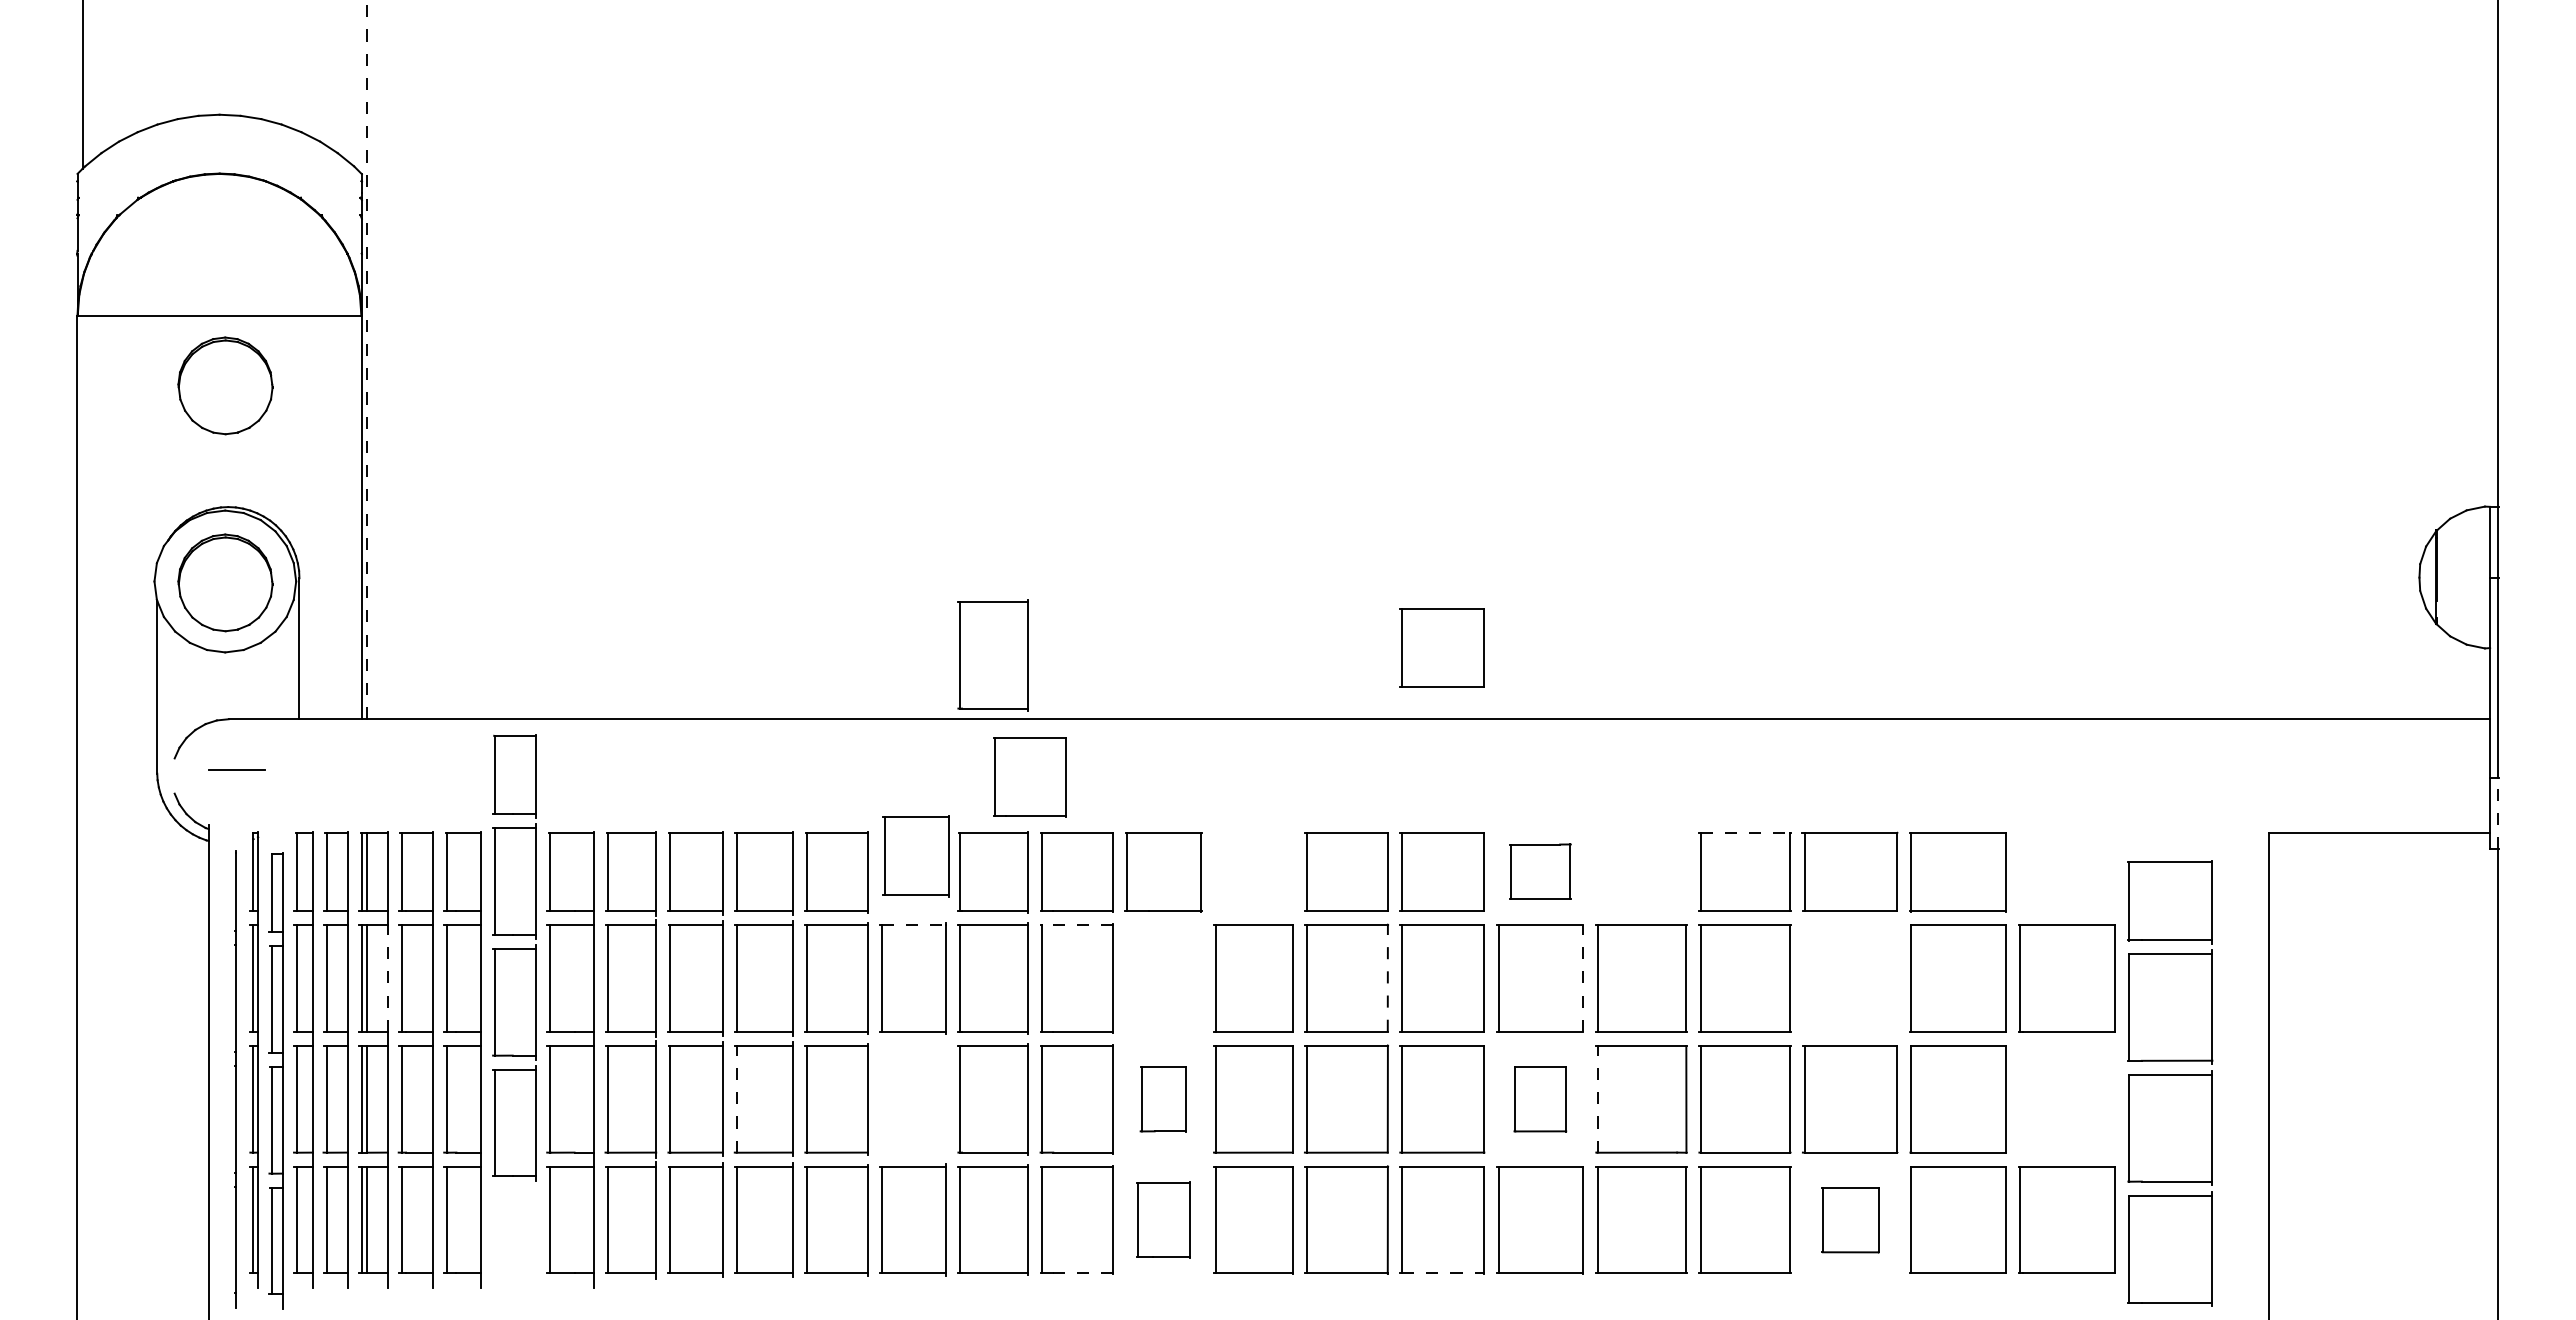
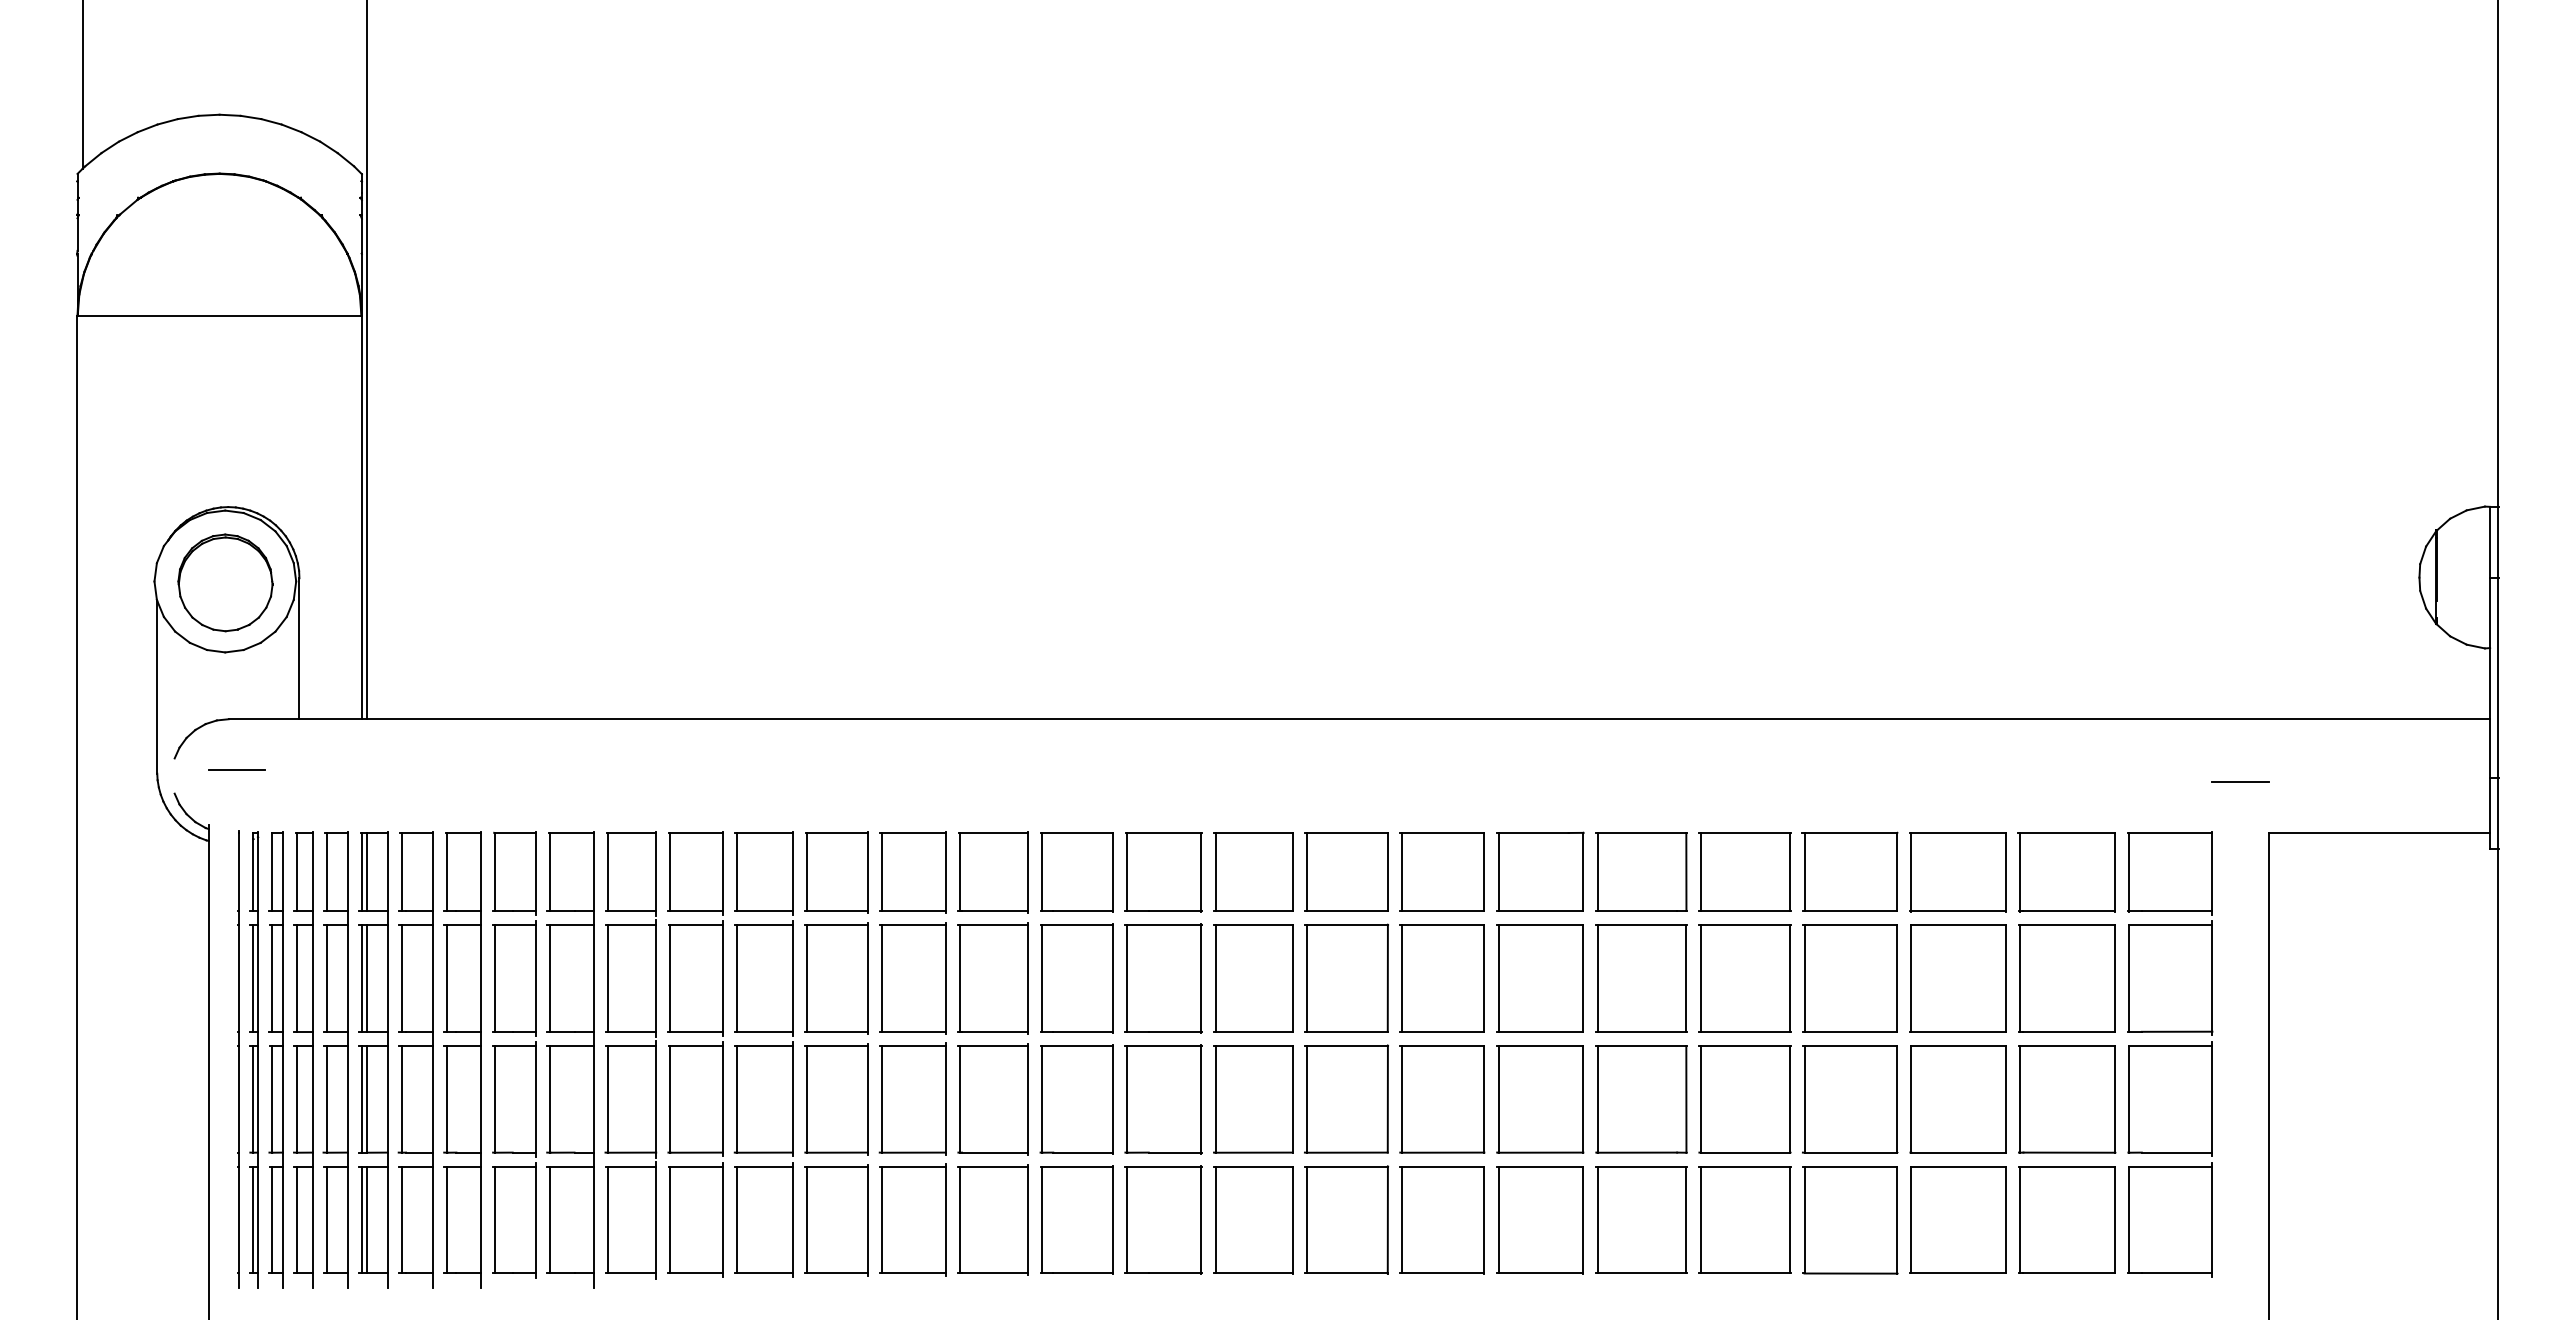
line at (367, 359): dashed -> solid
part at (225, 385): present -> none
part at (1441, 647): present -> none
part at (992, 655): present -> none
part at (1029, 777): present -> none
line at (2240, 782): none -> present
line at (2497, 813): dashed -> solid
line at (1745, 832): dashed -> solid
part at (915, 856) position: (915, 856) -> (912, 872)
part at (1253, 871): none -> present
part at (1540, 871) size: 63x57 px -> 89x81 px
part at (1641, 871): none -> present
part at (2066, 872): none -> present
line at (913, 925): dashed -> solid
line at (1077, 925): dashed -> solid
part at (514, 957) position: (514, 957) -> (514, 1054)
line at (387, 977): dashed -> solid
line at (1387, 977): dashed -> solid
line at (1583, 977): dashed -> solid
part at (1163, 978): none -> present
part at (1849, 978): none -> present
line at (235, 1079) position: (235, 1079) -> (238, 1059)
part at (275, 1080) position: (275, 1080) -> (275, 1059)
part at (2170, 1083) position: (2170, 1083) -> (2170, 1054)
line at (736, 1098): dashed -> solid
part at (912, 1098): none -> present
line at (1597, 1098): dashed -> solid
part at (1162, 1099) size: 48x67 px -> 79x111 px
part at (1540, 1099) size: 55x67 px -> 89x109 px
part at (2067, 1099): none -> present
part at (1163, 1219) size: 55x78 px -> 79x110 px
part at (1850, 1220) size: 59x67 px -> 97x109 px
line at (1083, 1273): dashed -> solid
line at (1443, 1273): dashed -> solid
